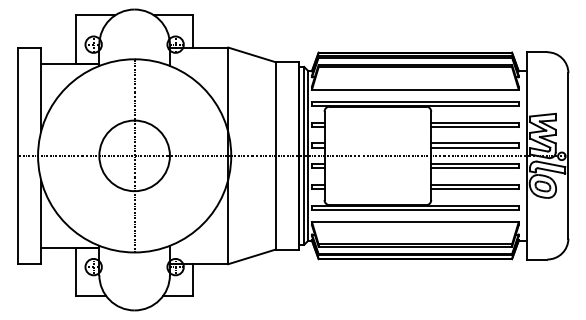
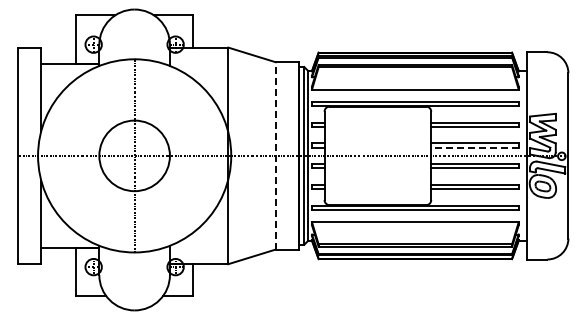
line at (474, 147): solid -> dashed
line at (275, 155): solid -> dashed
